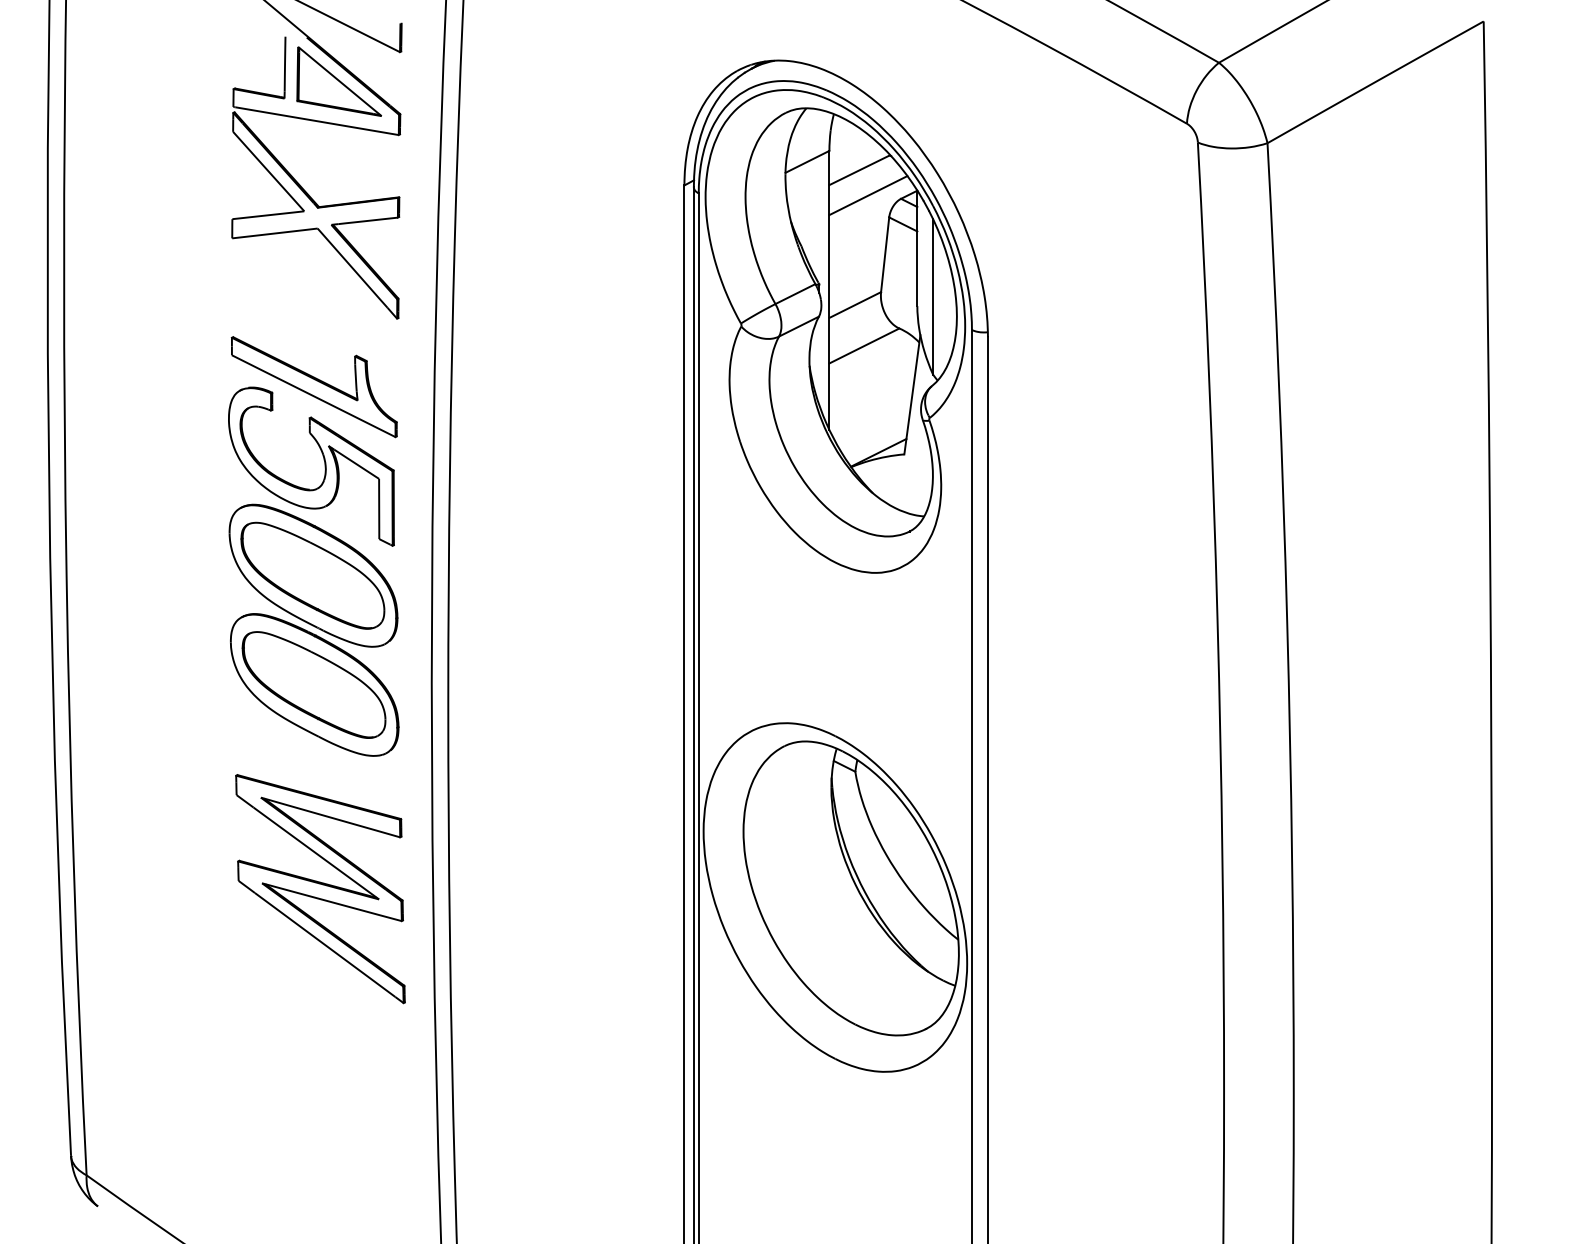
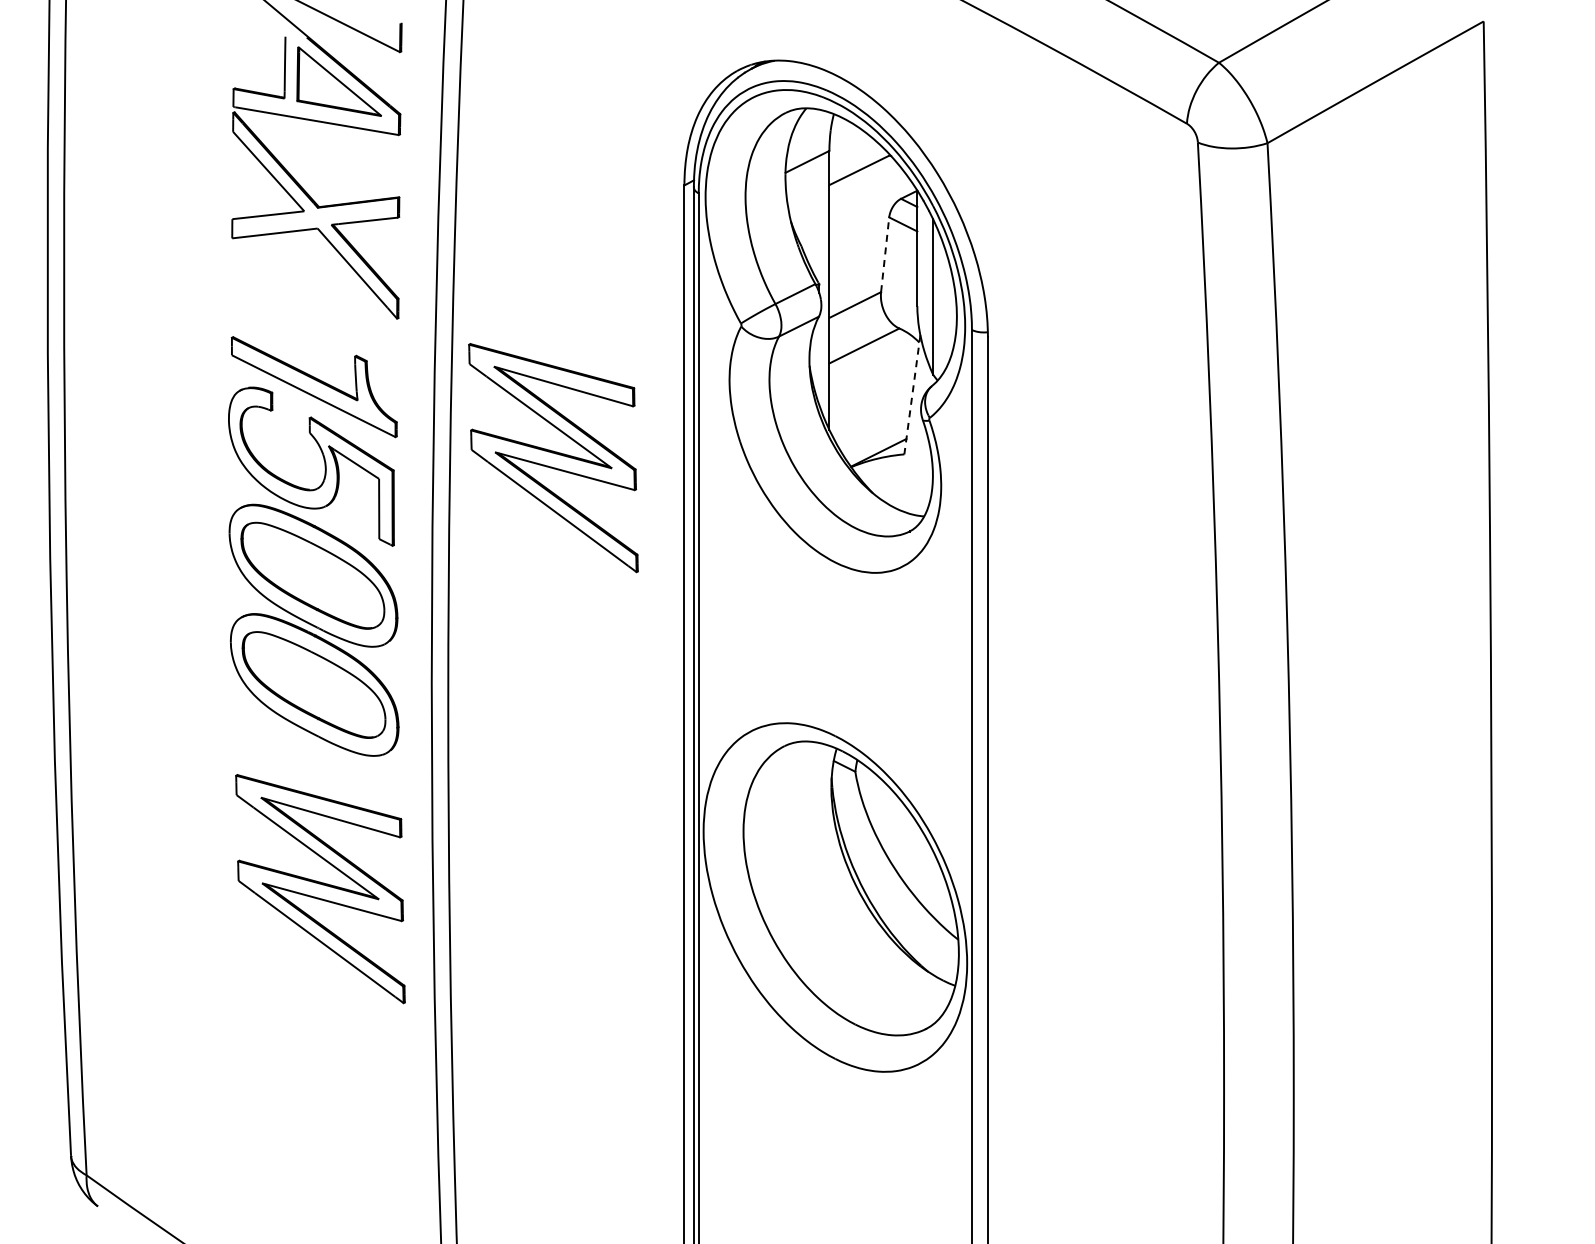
line at (868, 195): present -> none
line at (885, 254): solid -> dashed
line at (912, 395): solid -> dashed
part at (553, 458): none -> present
